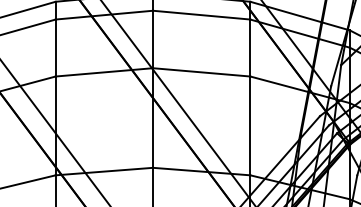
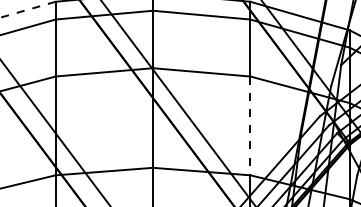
line at (27, 9): solid -> dashed
line at (250, 126): solid -> dashed
